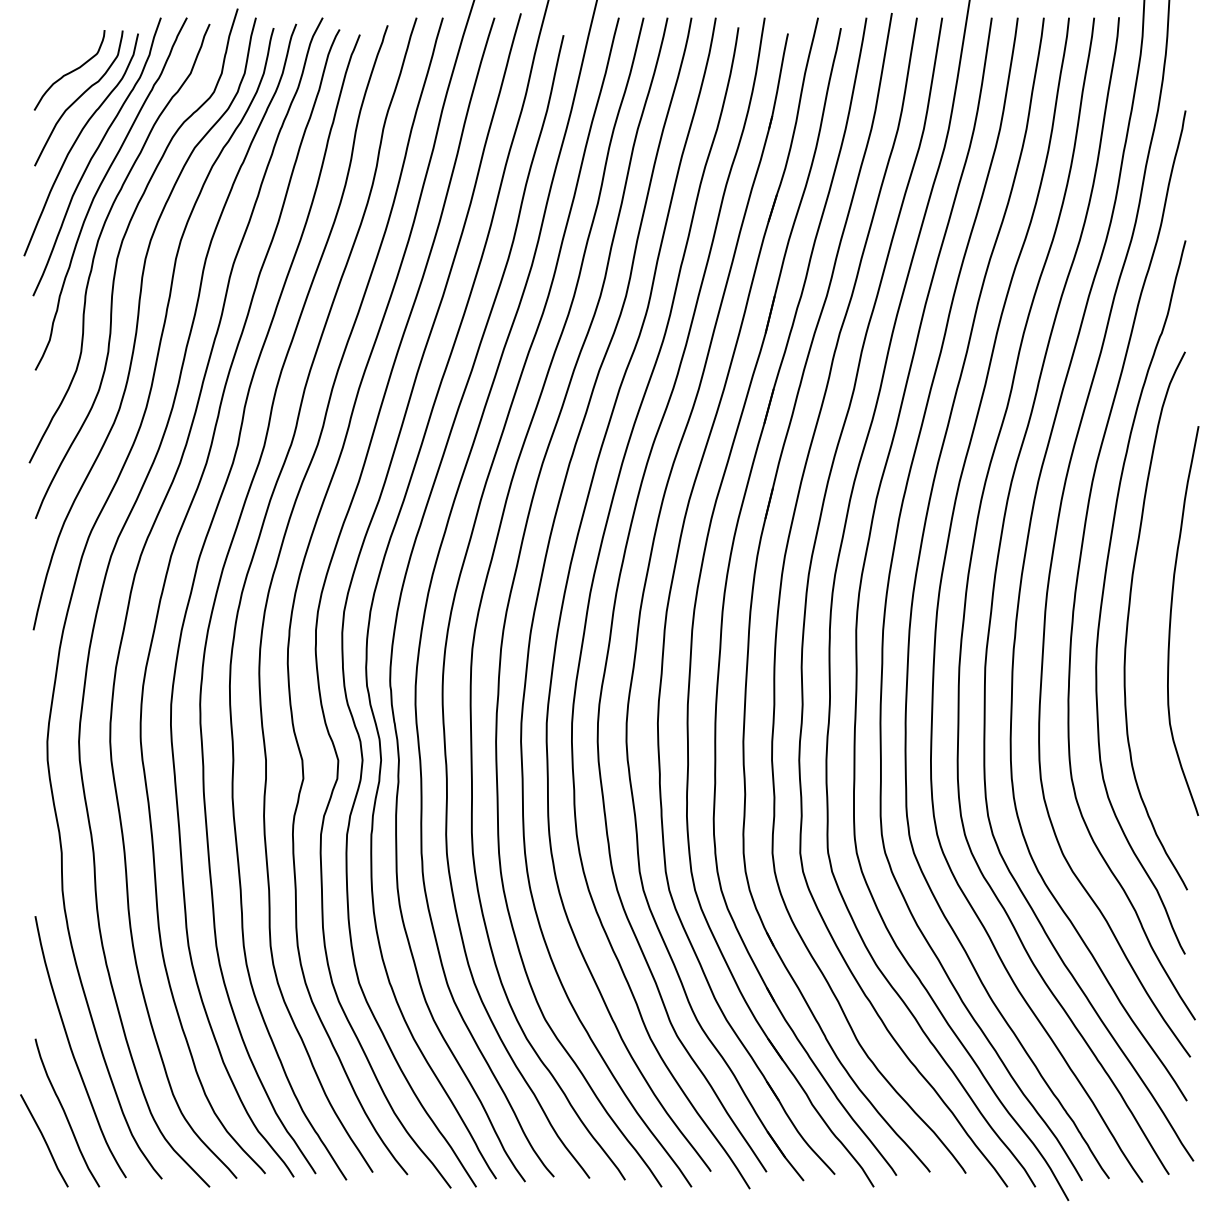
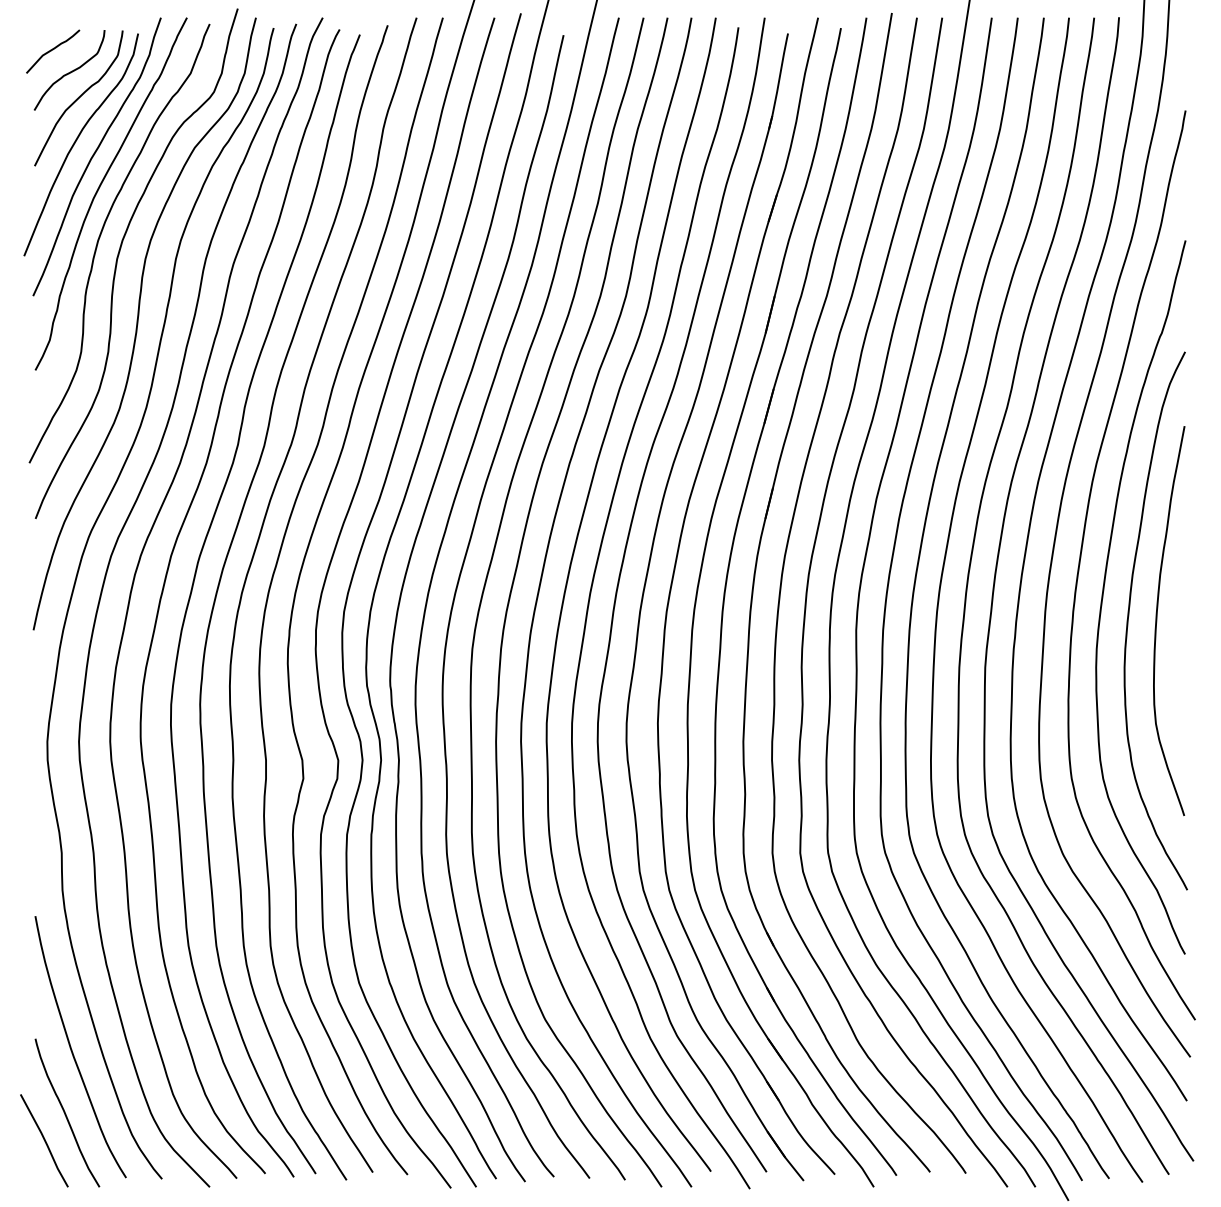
curve at (53, 50): none -> present
curve at (1171, 620) position: (1171, 620) -> (1157, 620)
